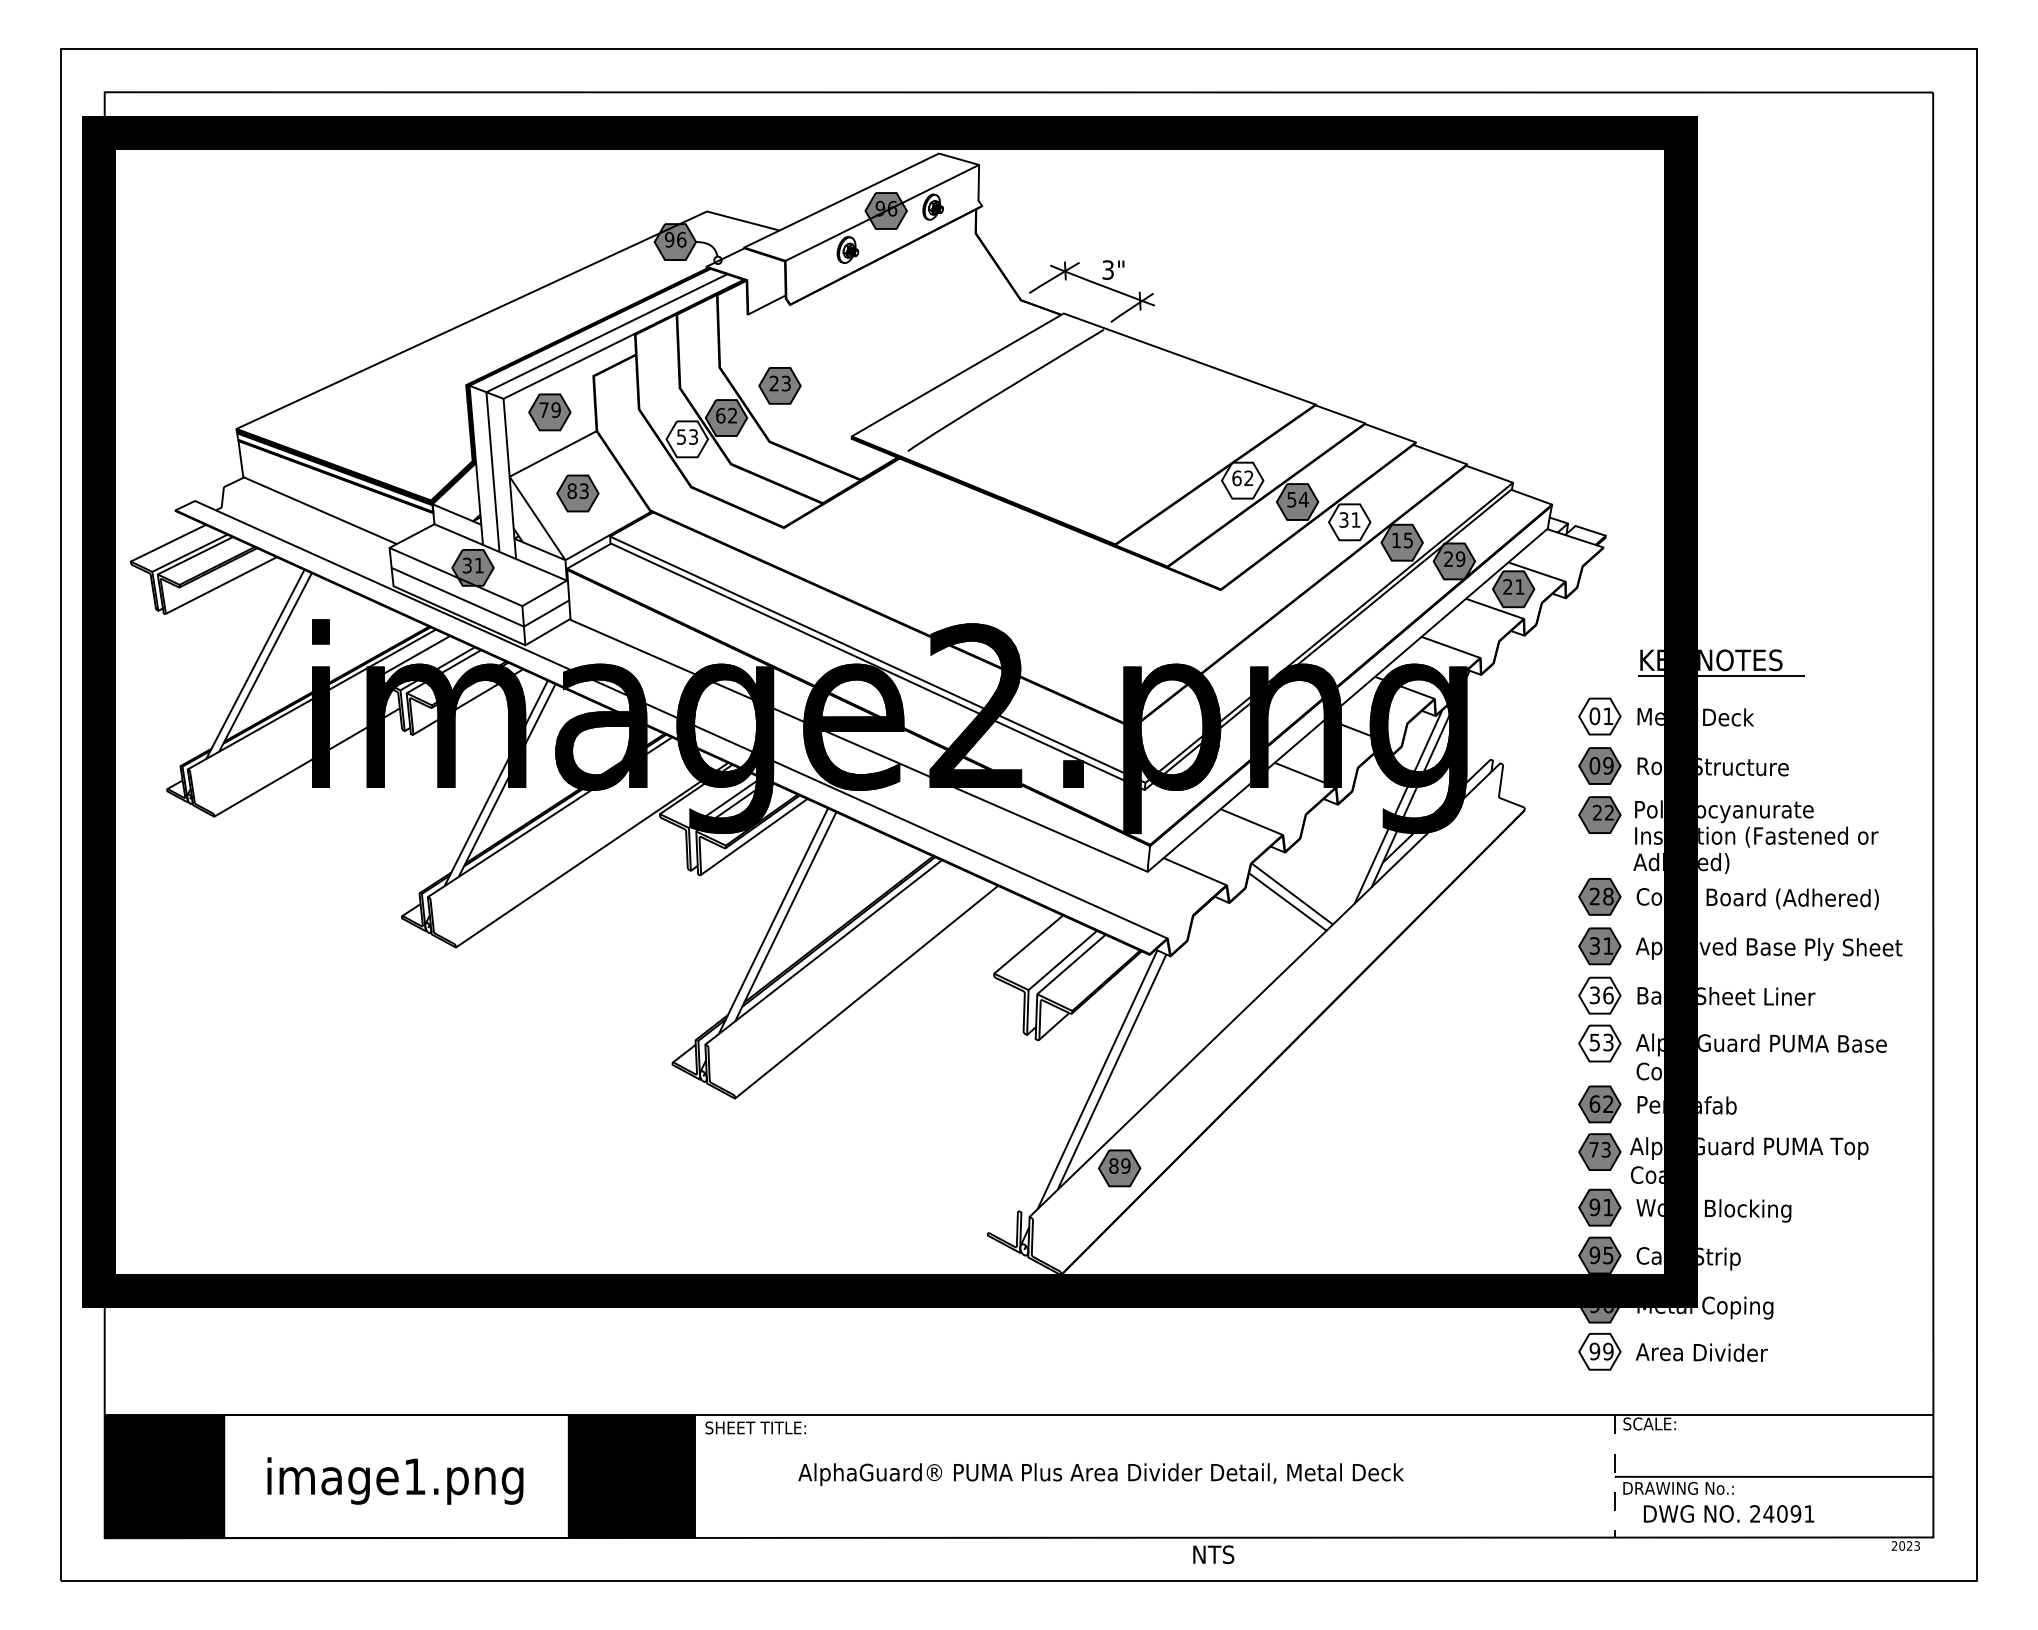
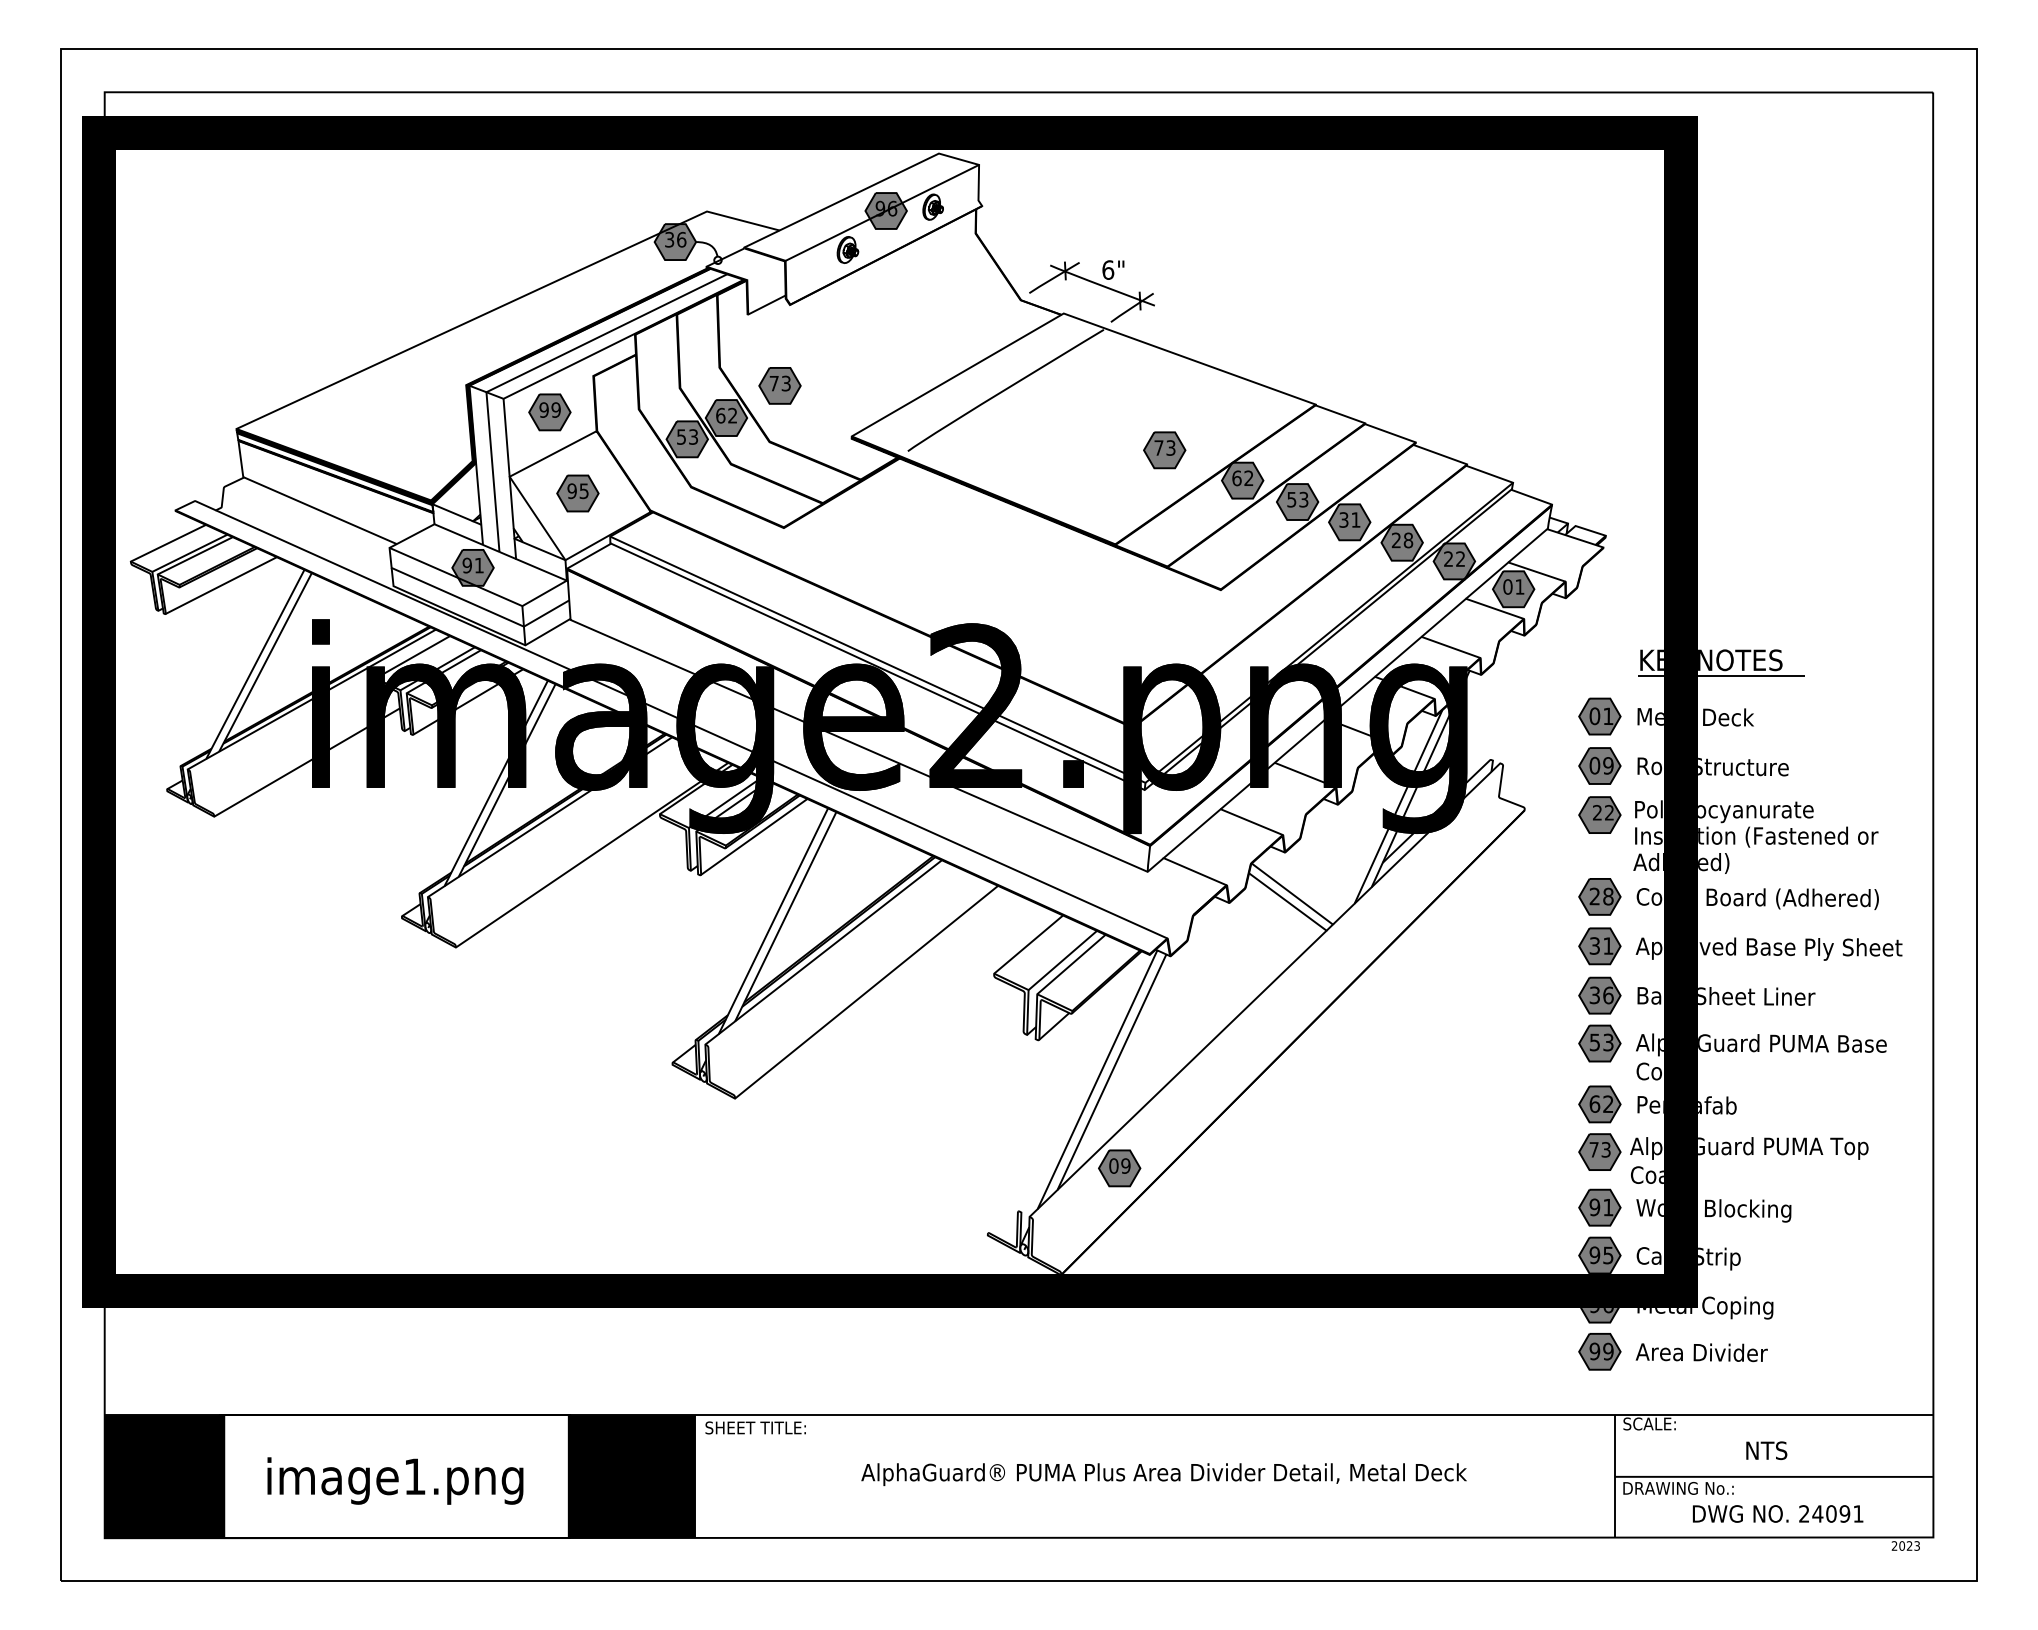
text at (669, 239): 96 -> 36
text at (1108, 269): 3" -> 6"
text at (773, 383): 23 -> 73
text at (543, 409): 79 -> 99
fill at (687, 439): none -> present
part at (1164, 450): none -> present
fill at (1242, 480): none -> present
text at (577, 490): 83 -> 95
text at (1303, 499): 54 -> 53
fill at (1349, 522): none -> present
text at (1402, 540): 15 -> 28
text at (1460, 558): 29 -> 22
text at (466, 565): 31 -> 91
text at (1507, 586): 21 -> 01
fill at (1599, 716): none -> present
fill at (1599, 995): none -> present
fill at (1599, 1043): none -> present
text at (1113, 1165): 89 -> 09
fill at (1599, 1351): none -> present
text at (1100, 1474) position: (1100, 1474) -> (1163, 1474)
line at (1614, 1477): dashed -> solid
text at (1729, 1513) position: (1729, 1513) -> (1778, 1513)
text at (1213, 1554) position: (1213, 1554) -> (1766, 1450)
